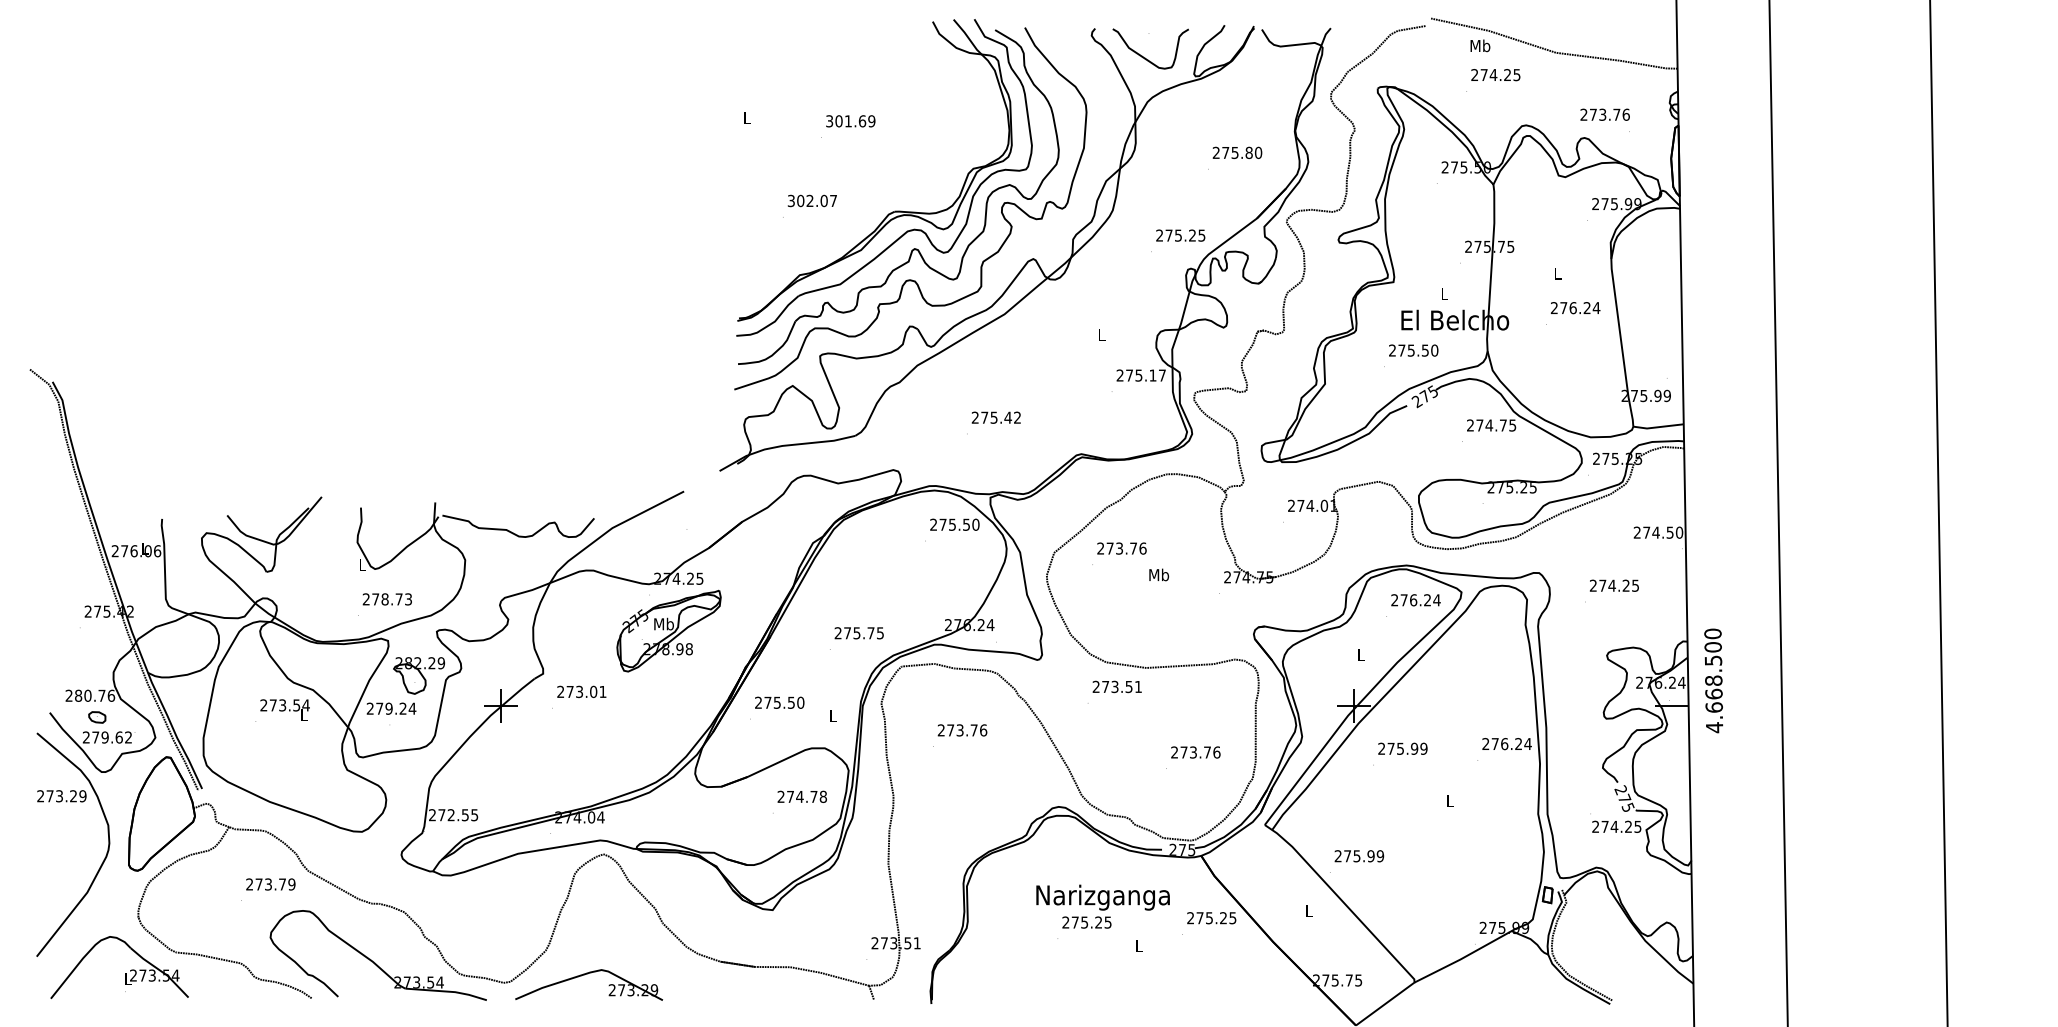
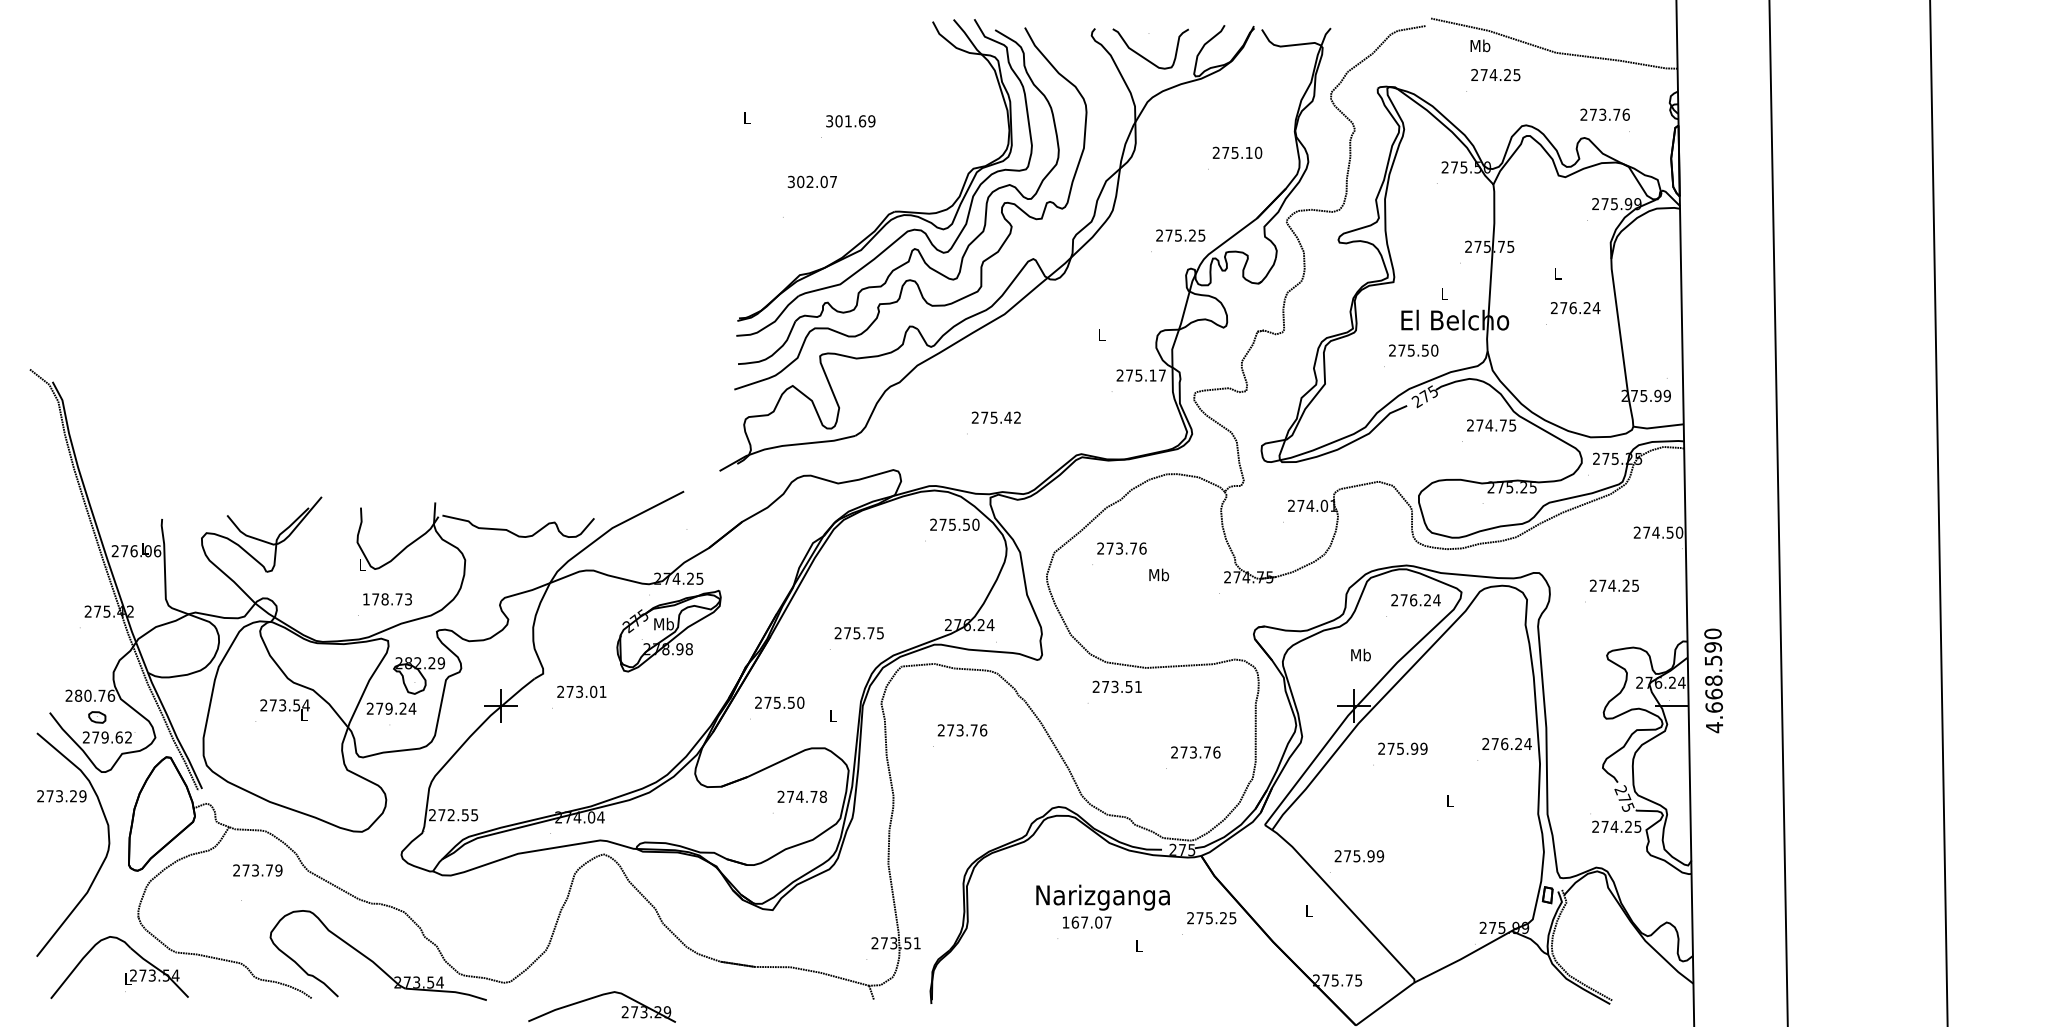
text at (1248, 152): 275.80 -> 275.10
text at (811, 200) position: (811, 200) -> (811, 181)
text at (365, 599): 278.73 -> 178.73
text at (1713, 647): 4.668.500 -> 4.668.590
text at (1360, 654): L -> Mb
text at (270, 884) position: (270, 884) -> (257, 870)
text at (1086, 922): 275.25 -> 167.07
part at (584, 975) position: (584, 975) -> (597, 997)
